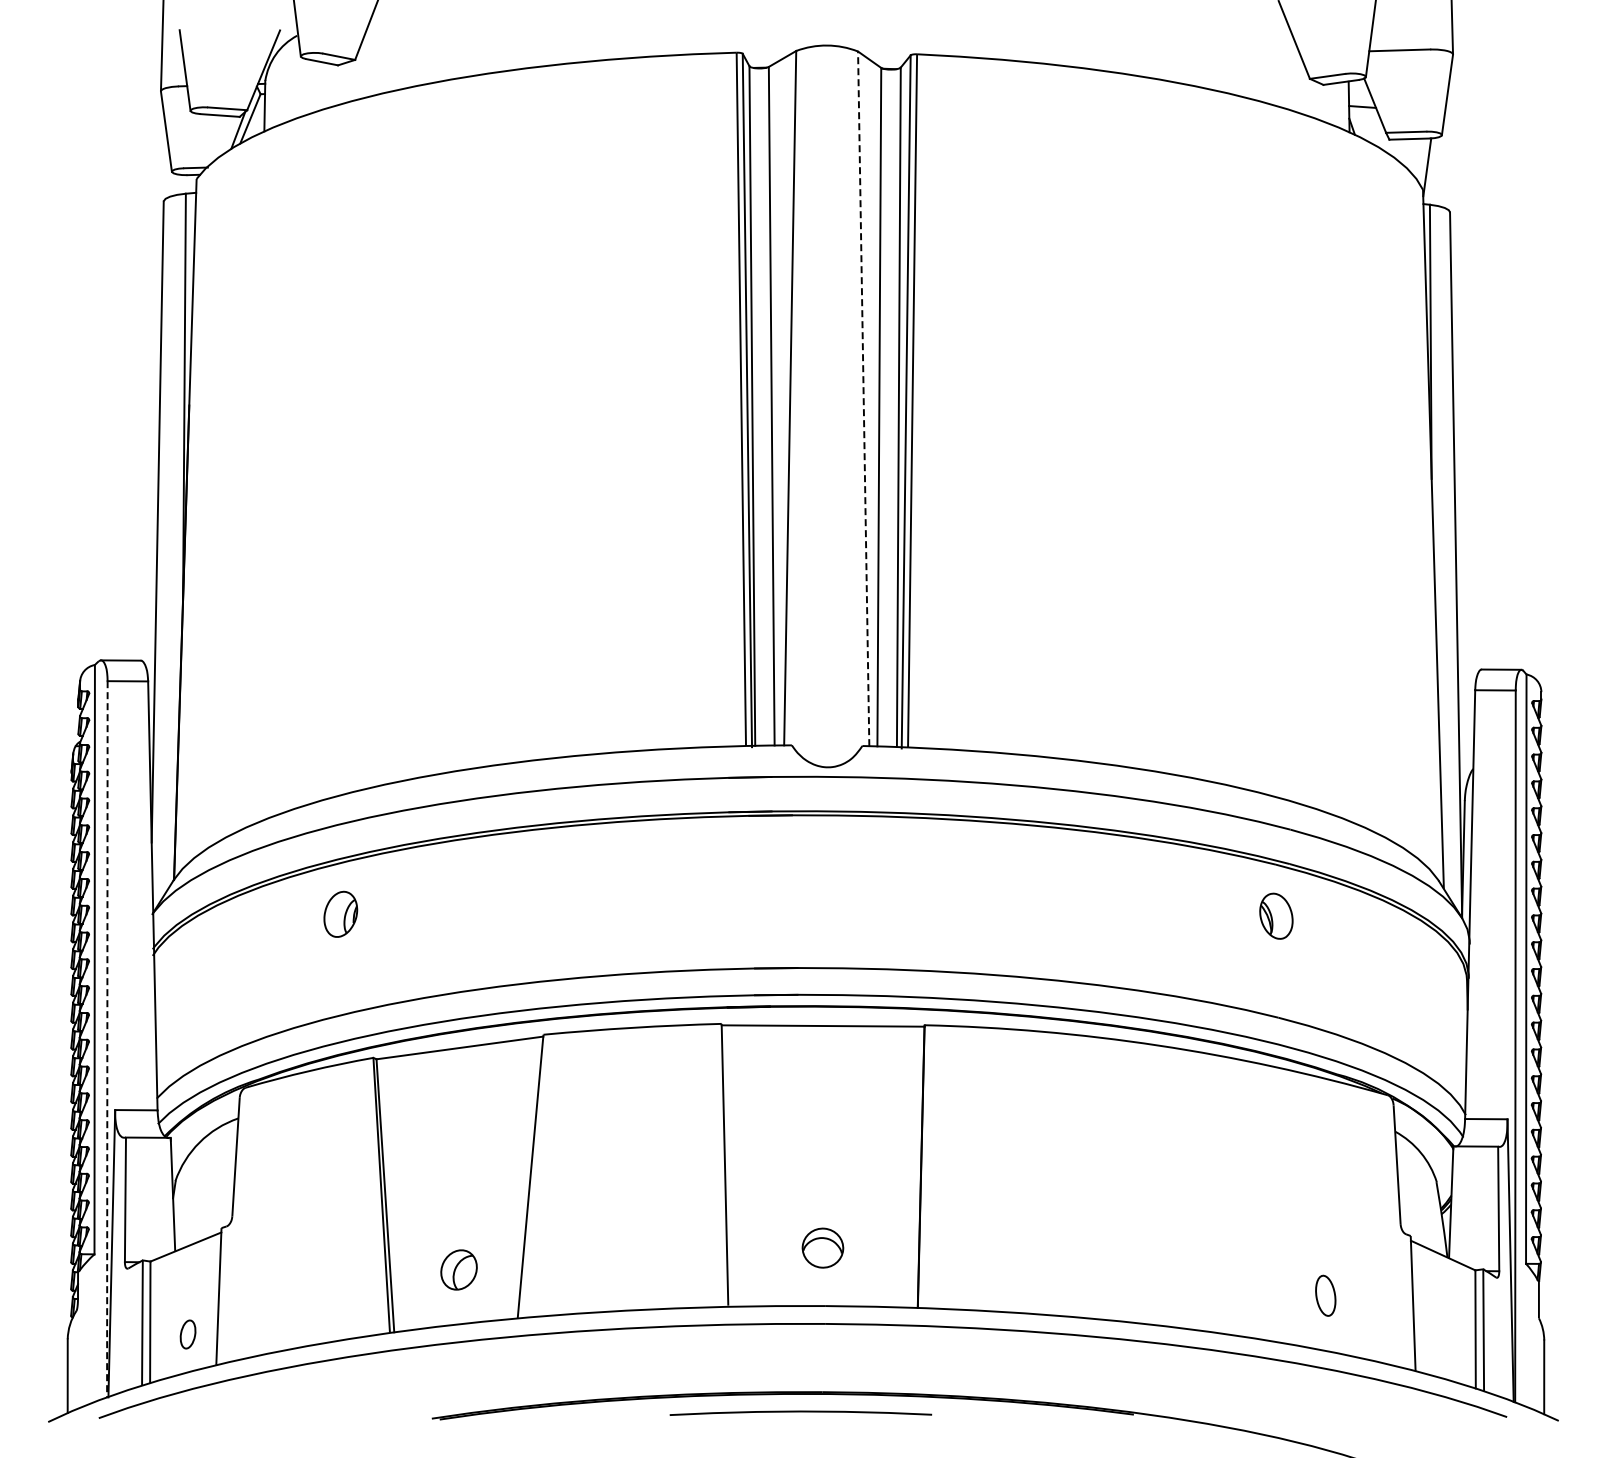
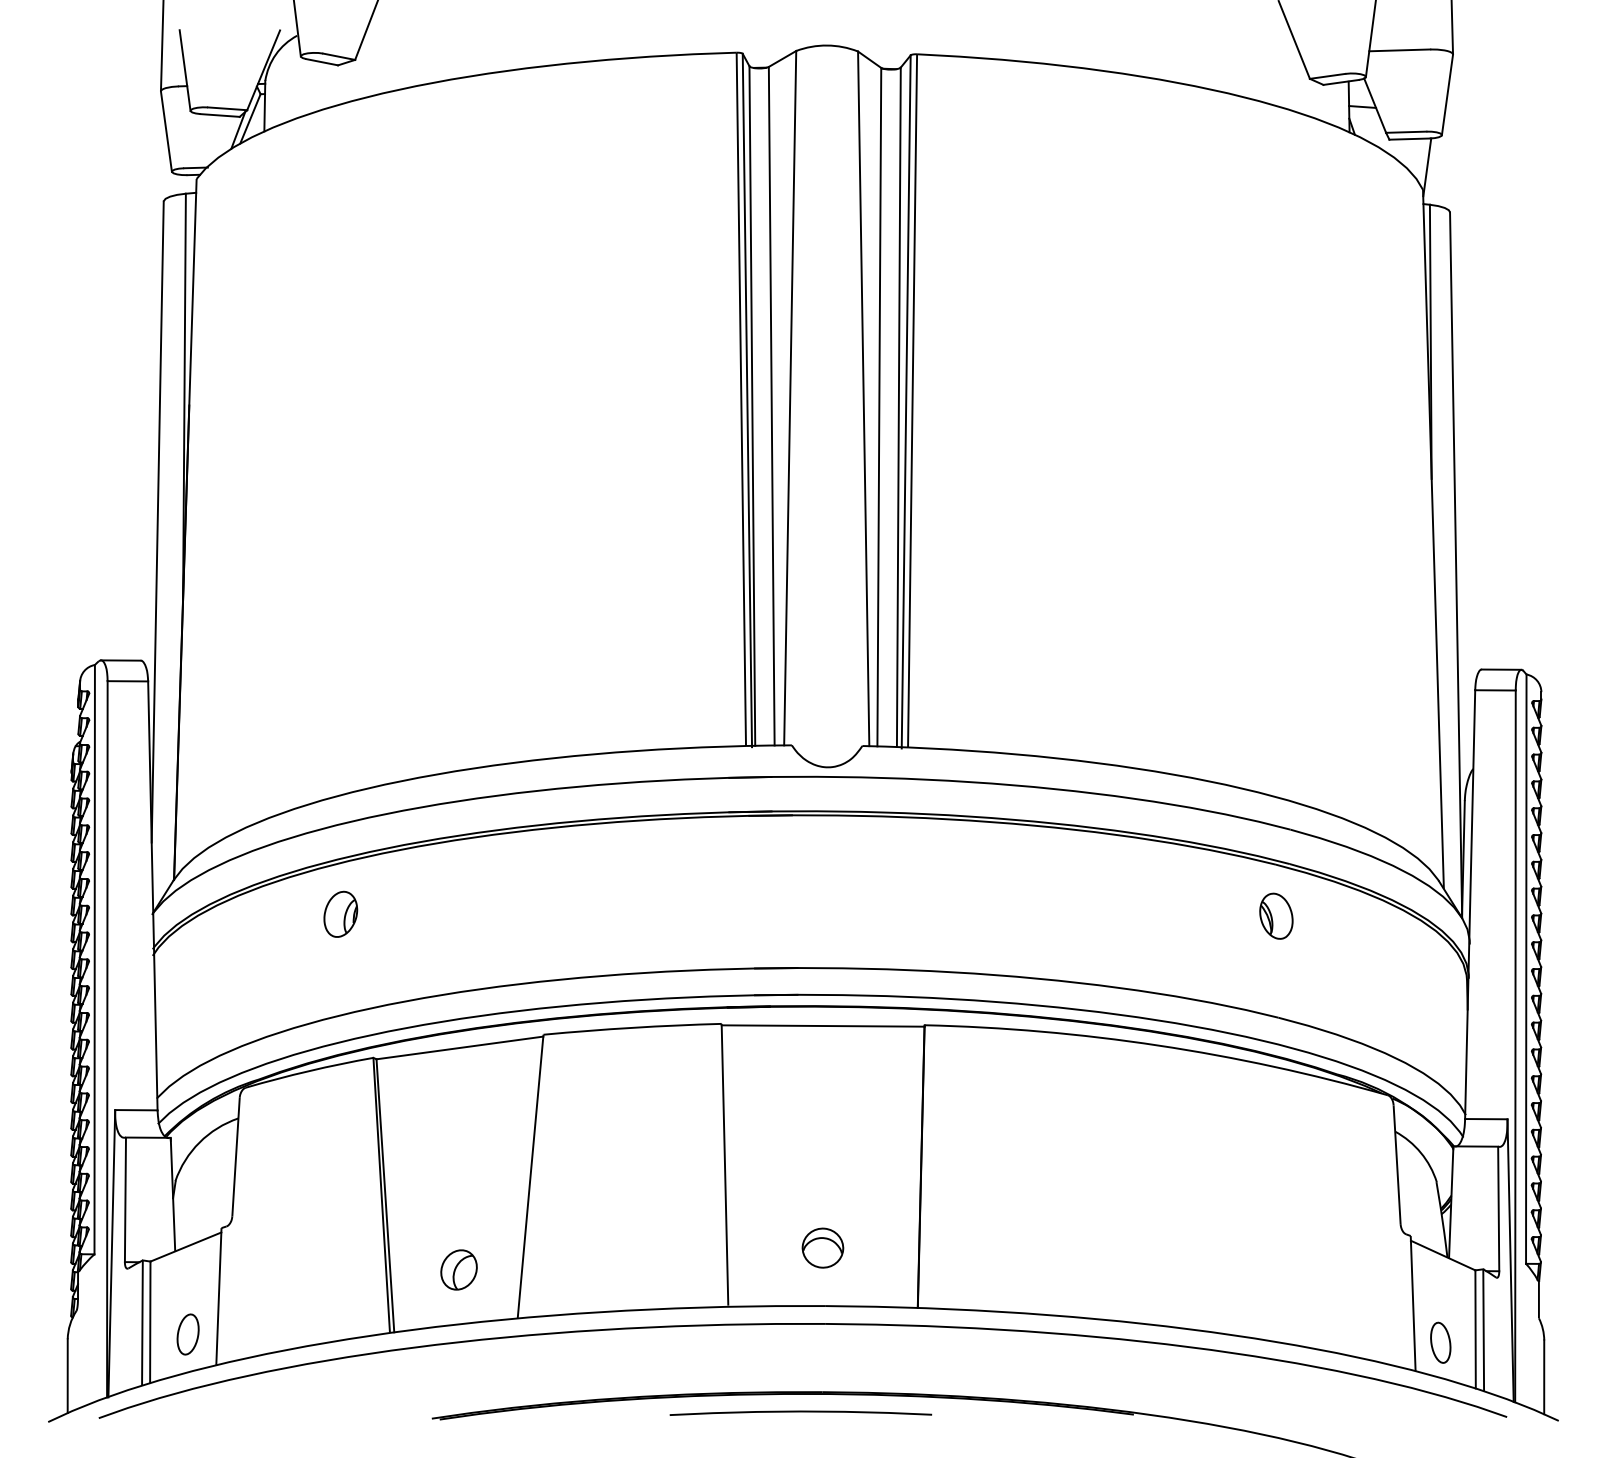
line at (863, 398): dashed -> solid
line at (107, 1039): dashed -> solid
part at (1325, 1295) position: (1325, 1295) -> (1440, 1342)
part at (187, 1334) size: 18x31 px -> 24x43 px
